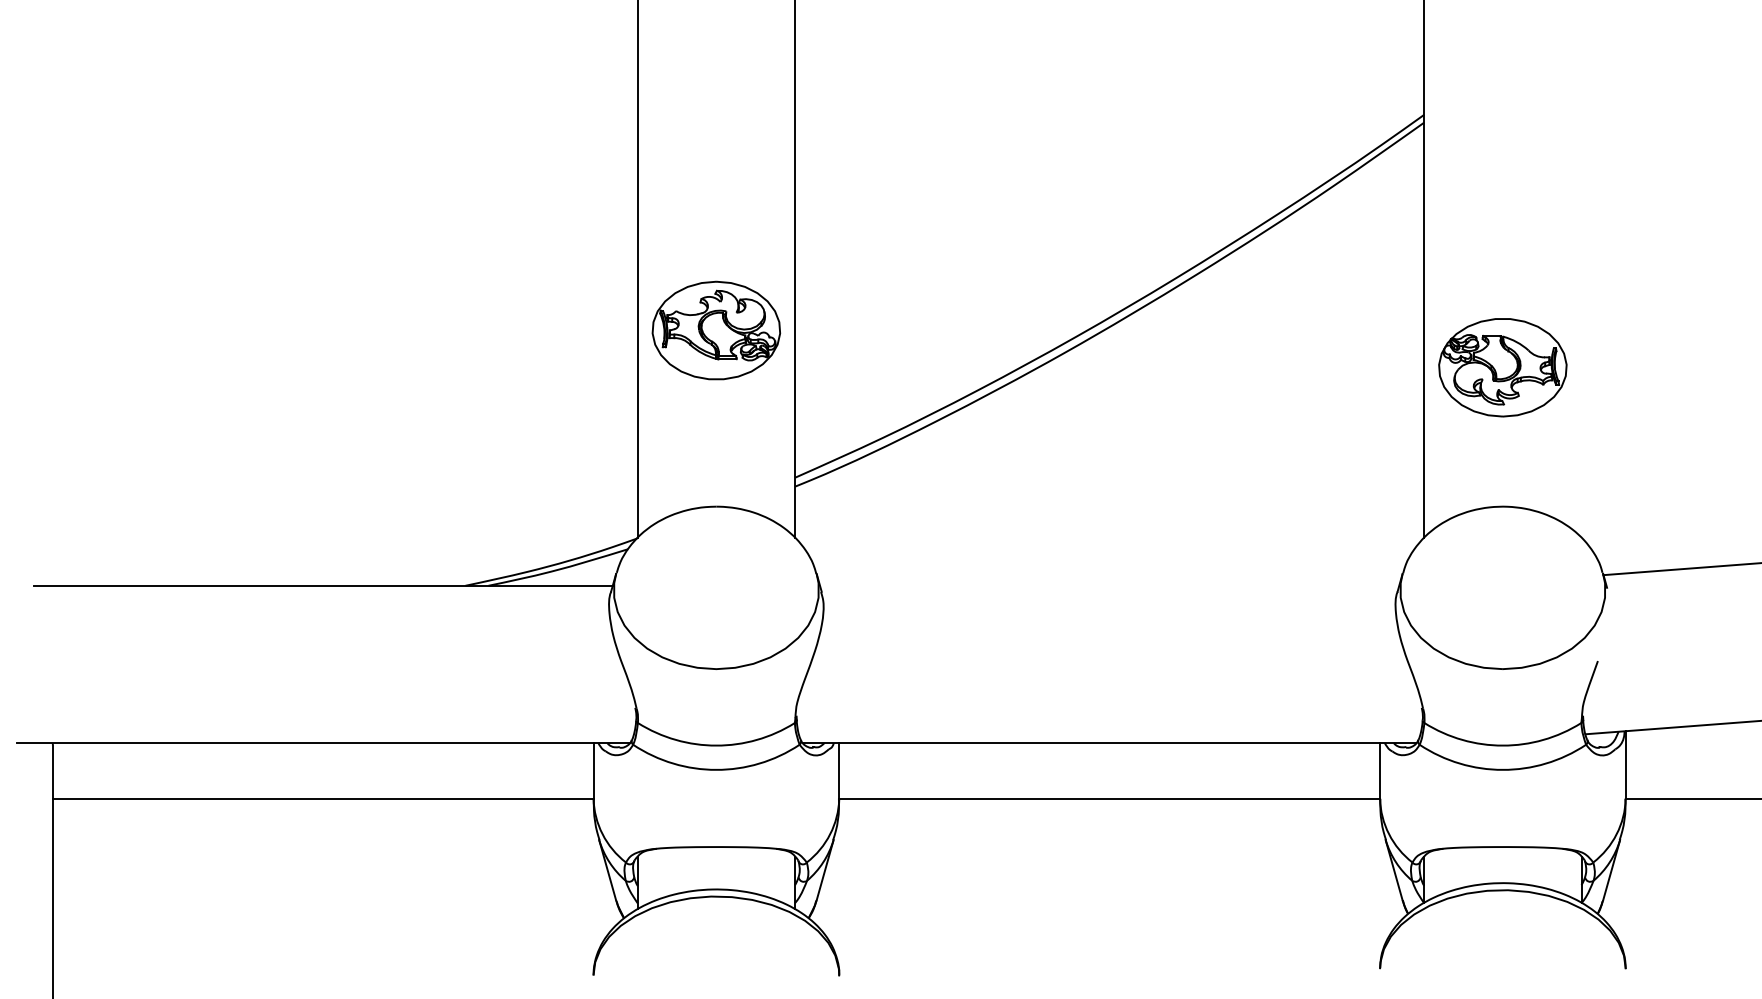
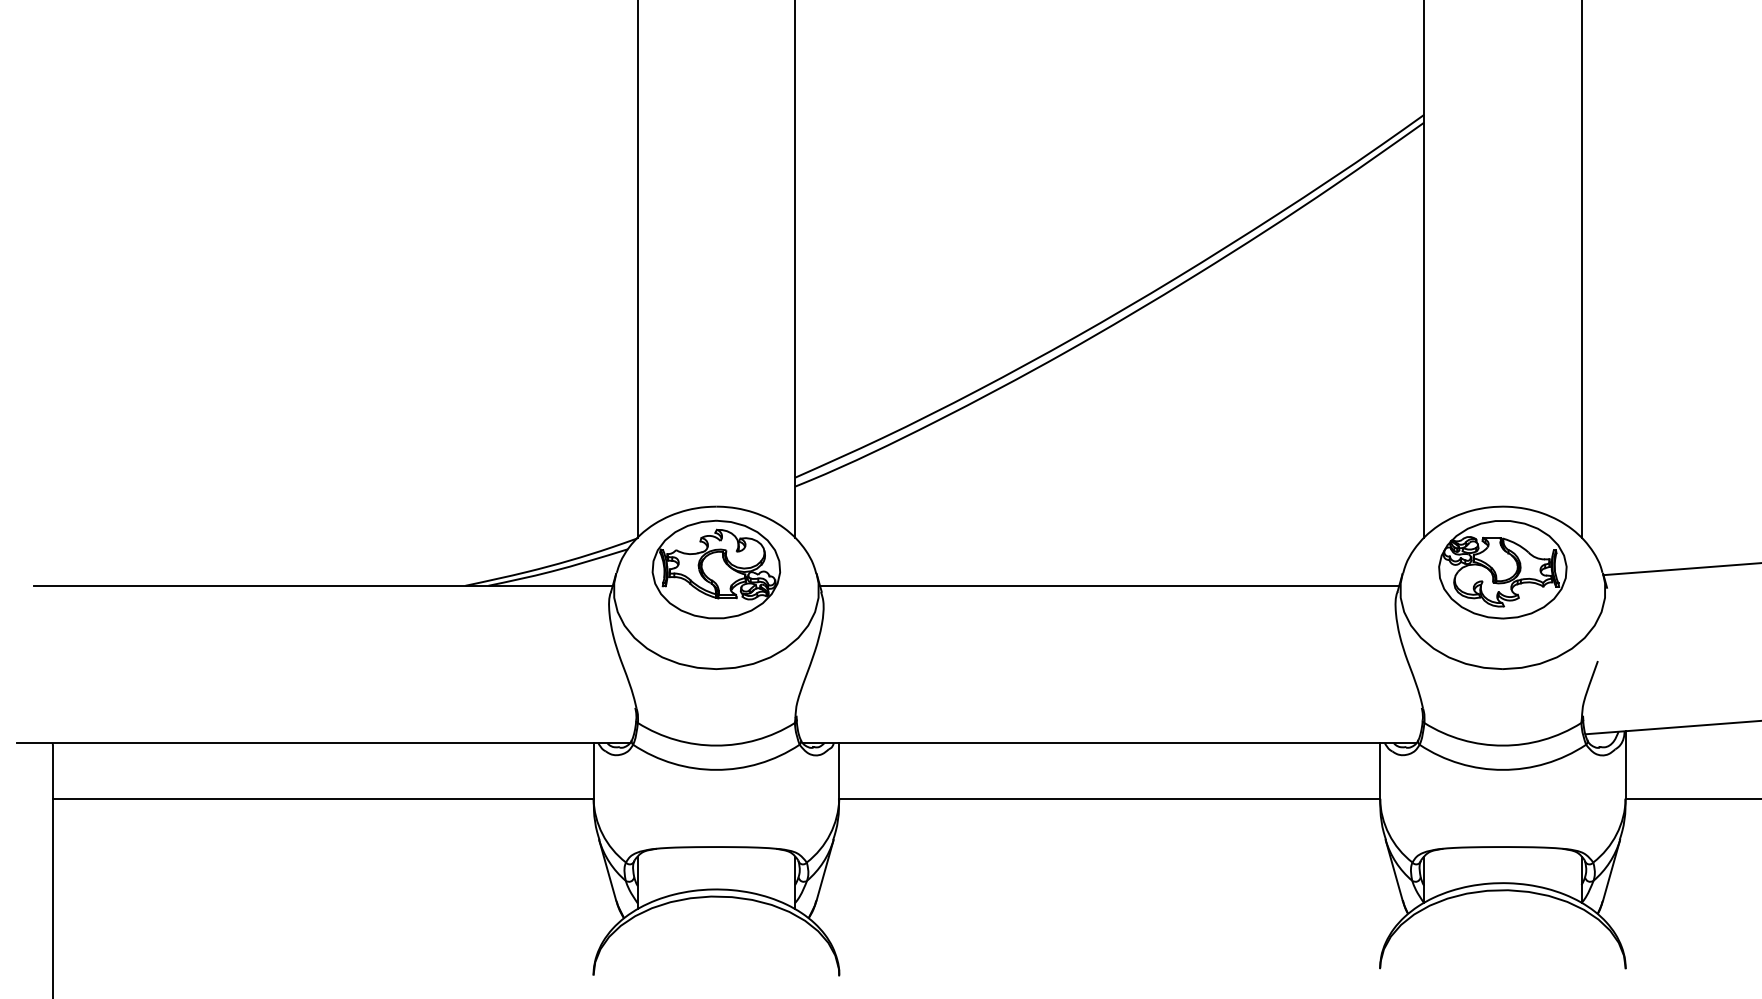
line at (1581, 269): none -> present
part at (716, 330) position: (716, 330) -> (716, 569)
part at (1502, 367) position: (1502, 367) -> (1502, 569)
line at (1109, 585): none -> present
